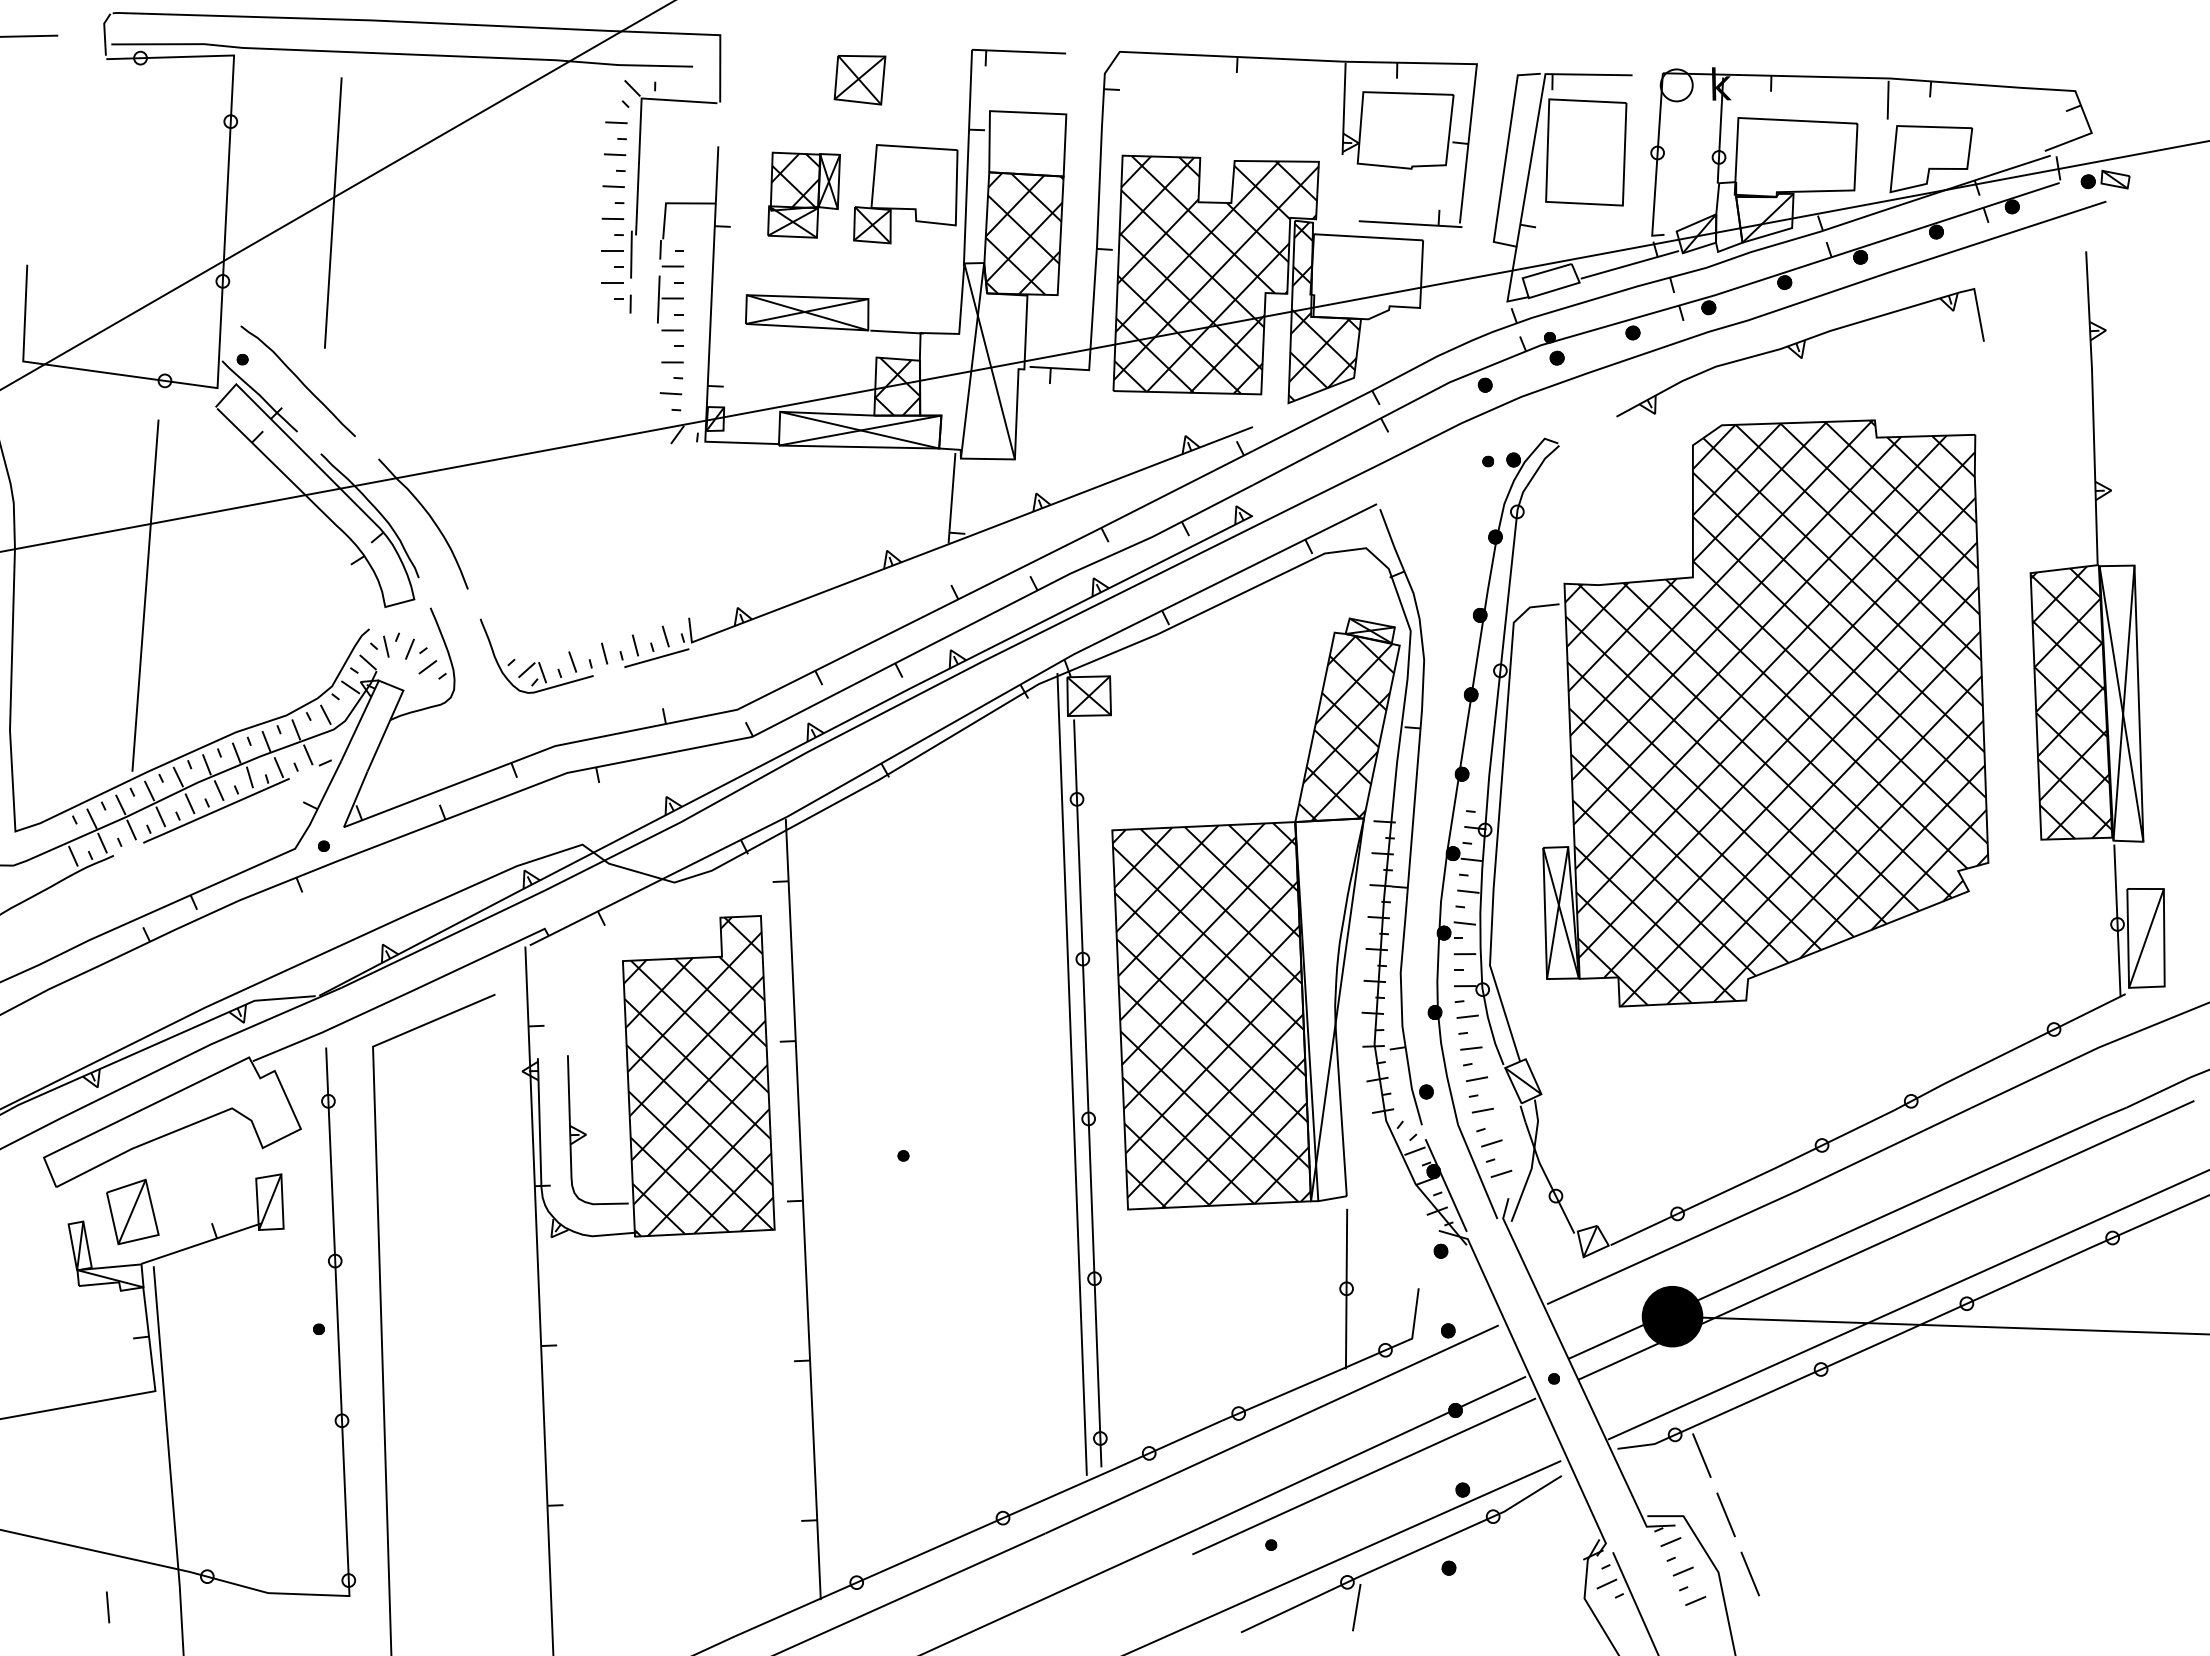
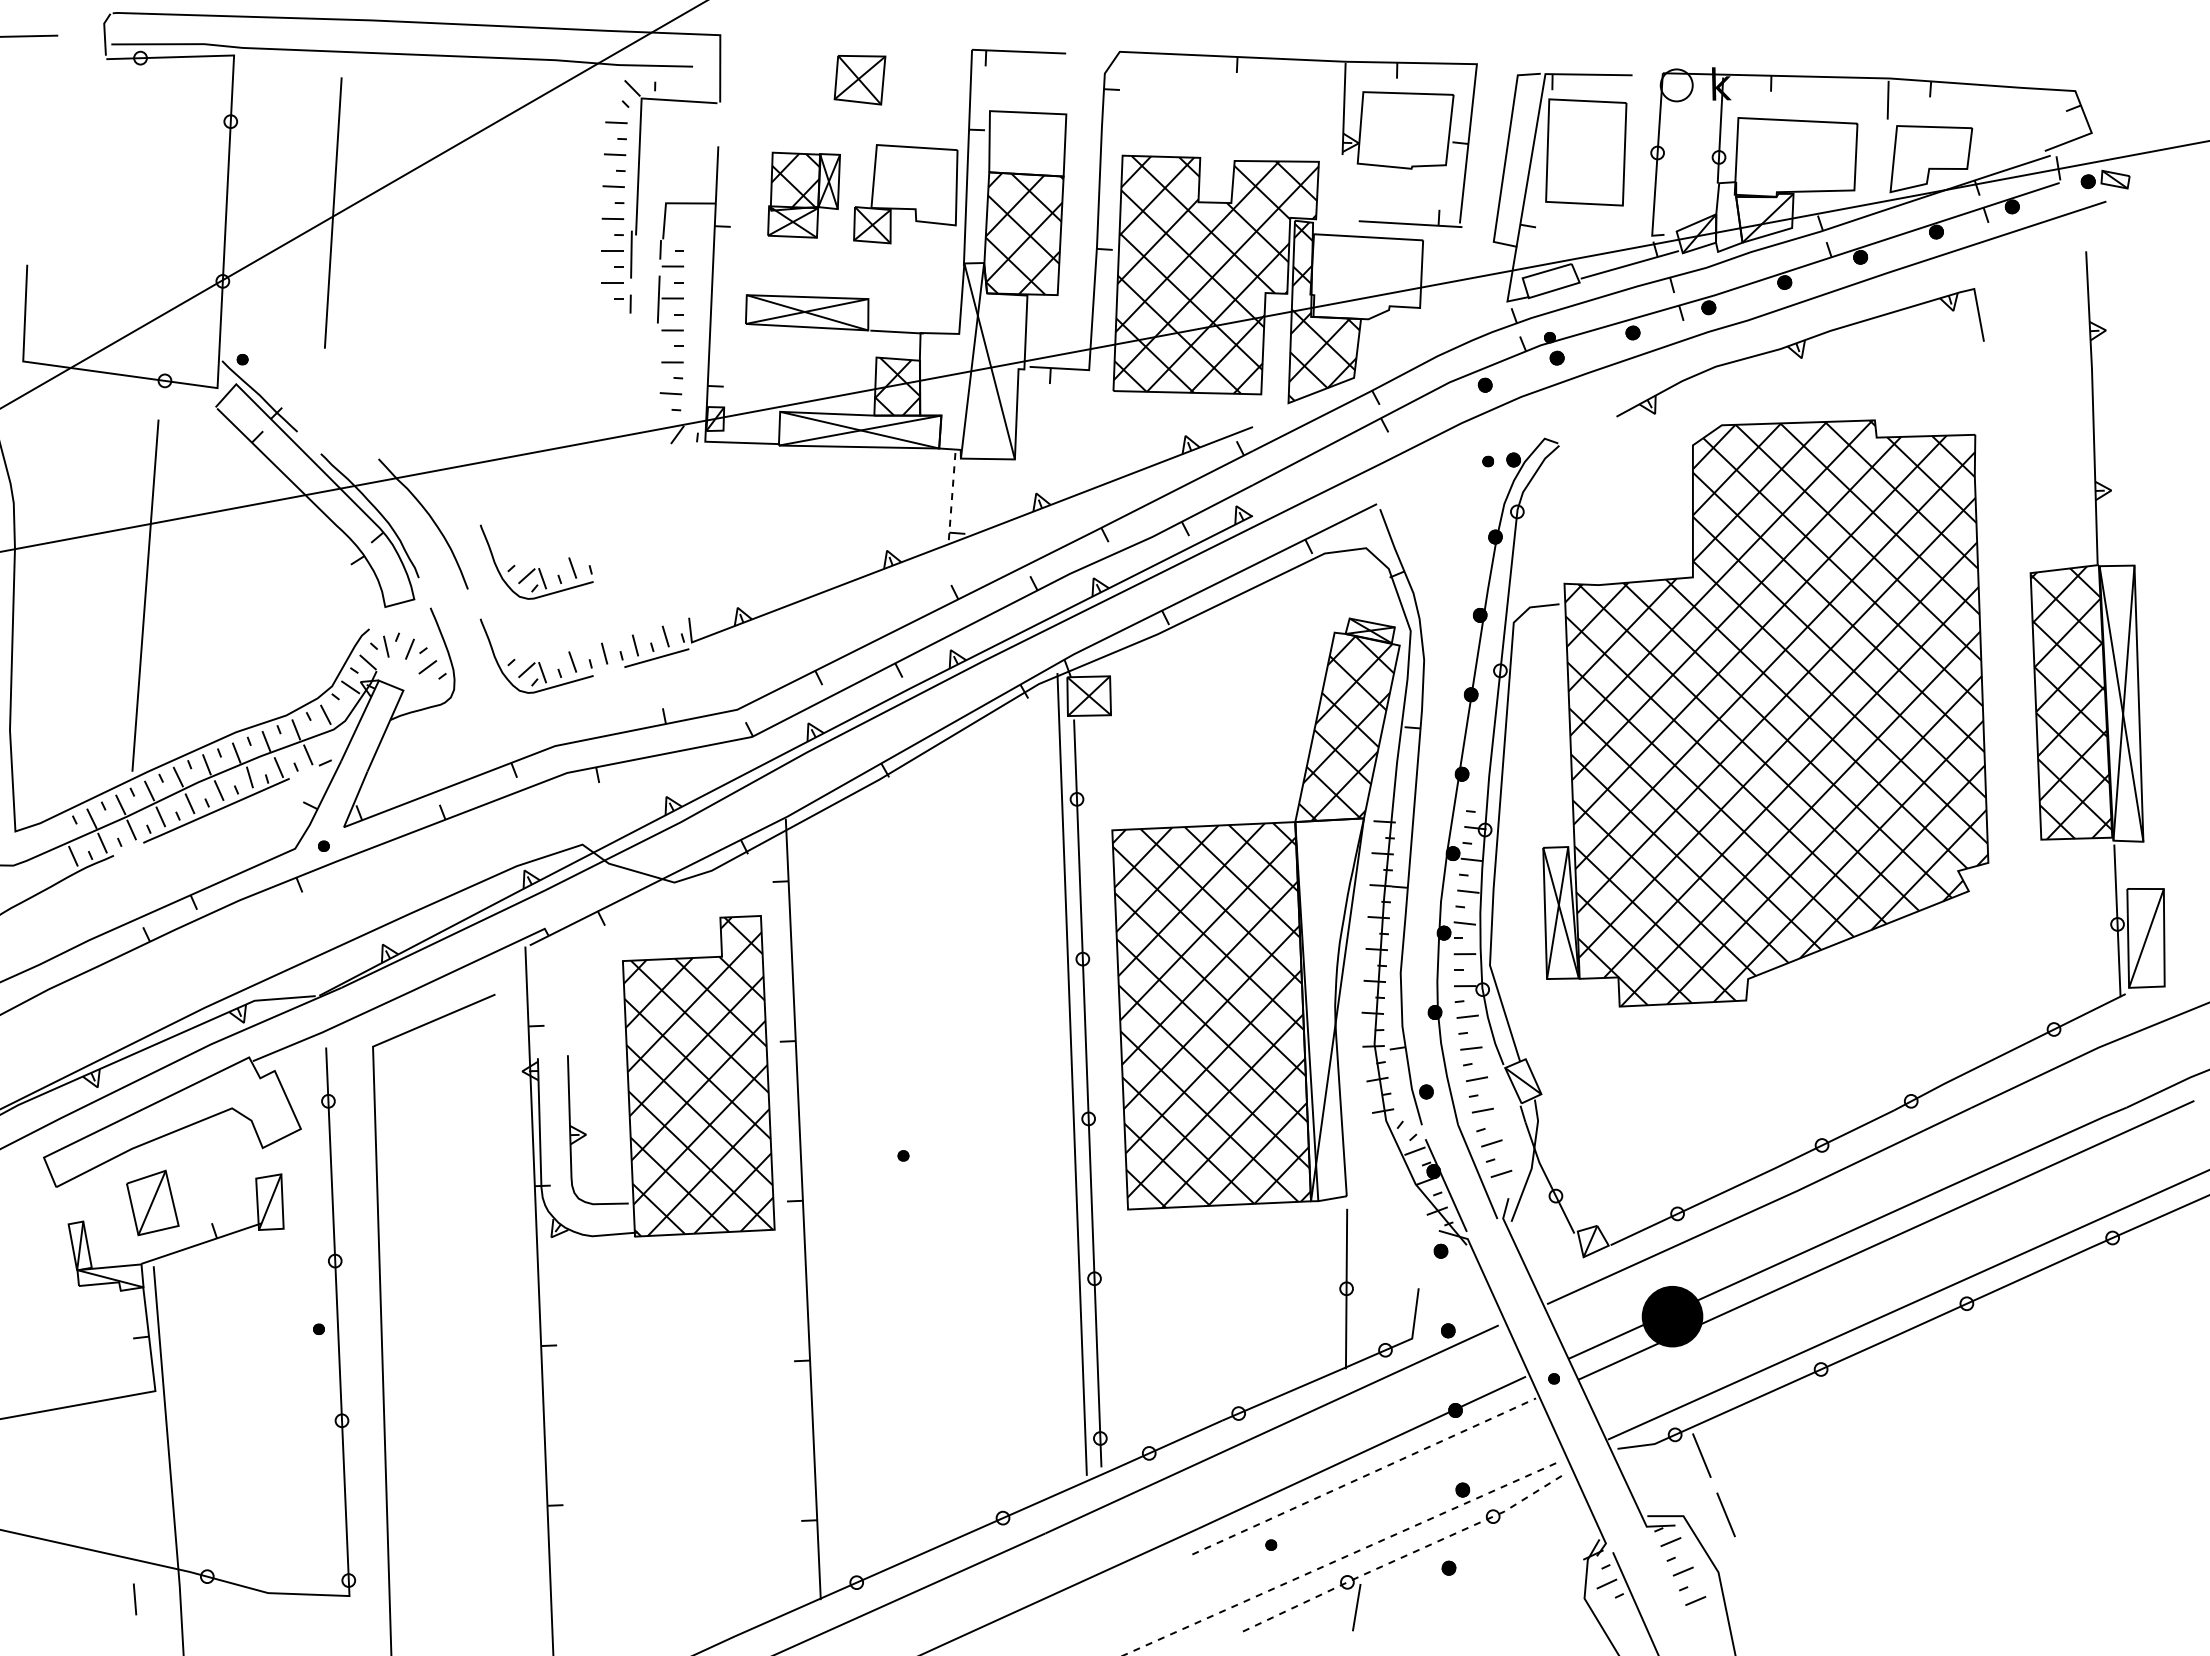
line at (337, 195) position: (337, 195) -> (353, 204)
curve at (297, 379): present -> none
line at (951, 498): solid -> dashed
part at (535, 568): none -> present
part at (132, 1211) position: (132, 1211) -> (152, 1202)
line at (1939, 1325): present -> none
line at (1364, 1476): solid -> dashed
line at (1403, 1557): solid -> dashed
line at (1342, 1558): solid -> dashed
line at (1750, 1573): present -> none
line at (108, 1607) position: (108, 1607) -> (135, 1599)
